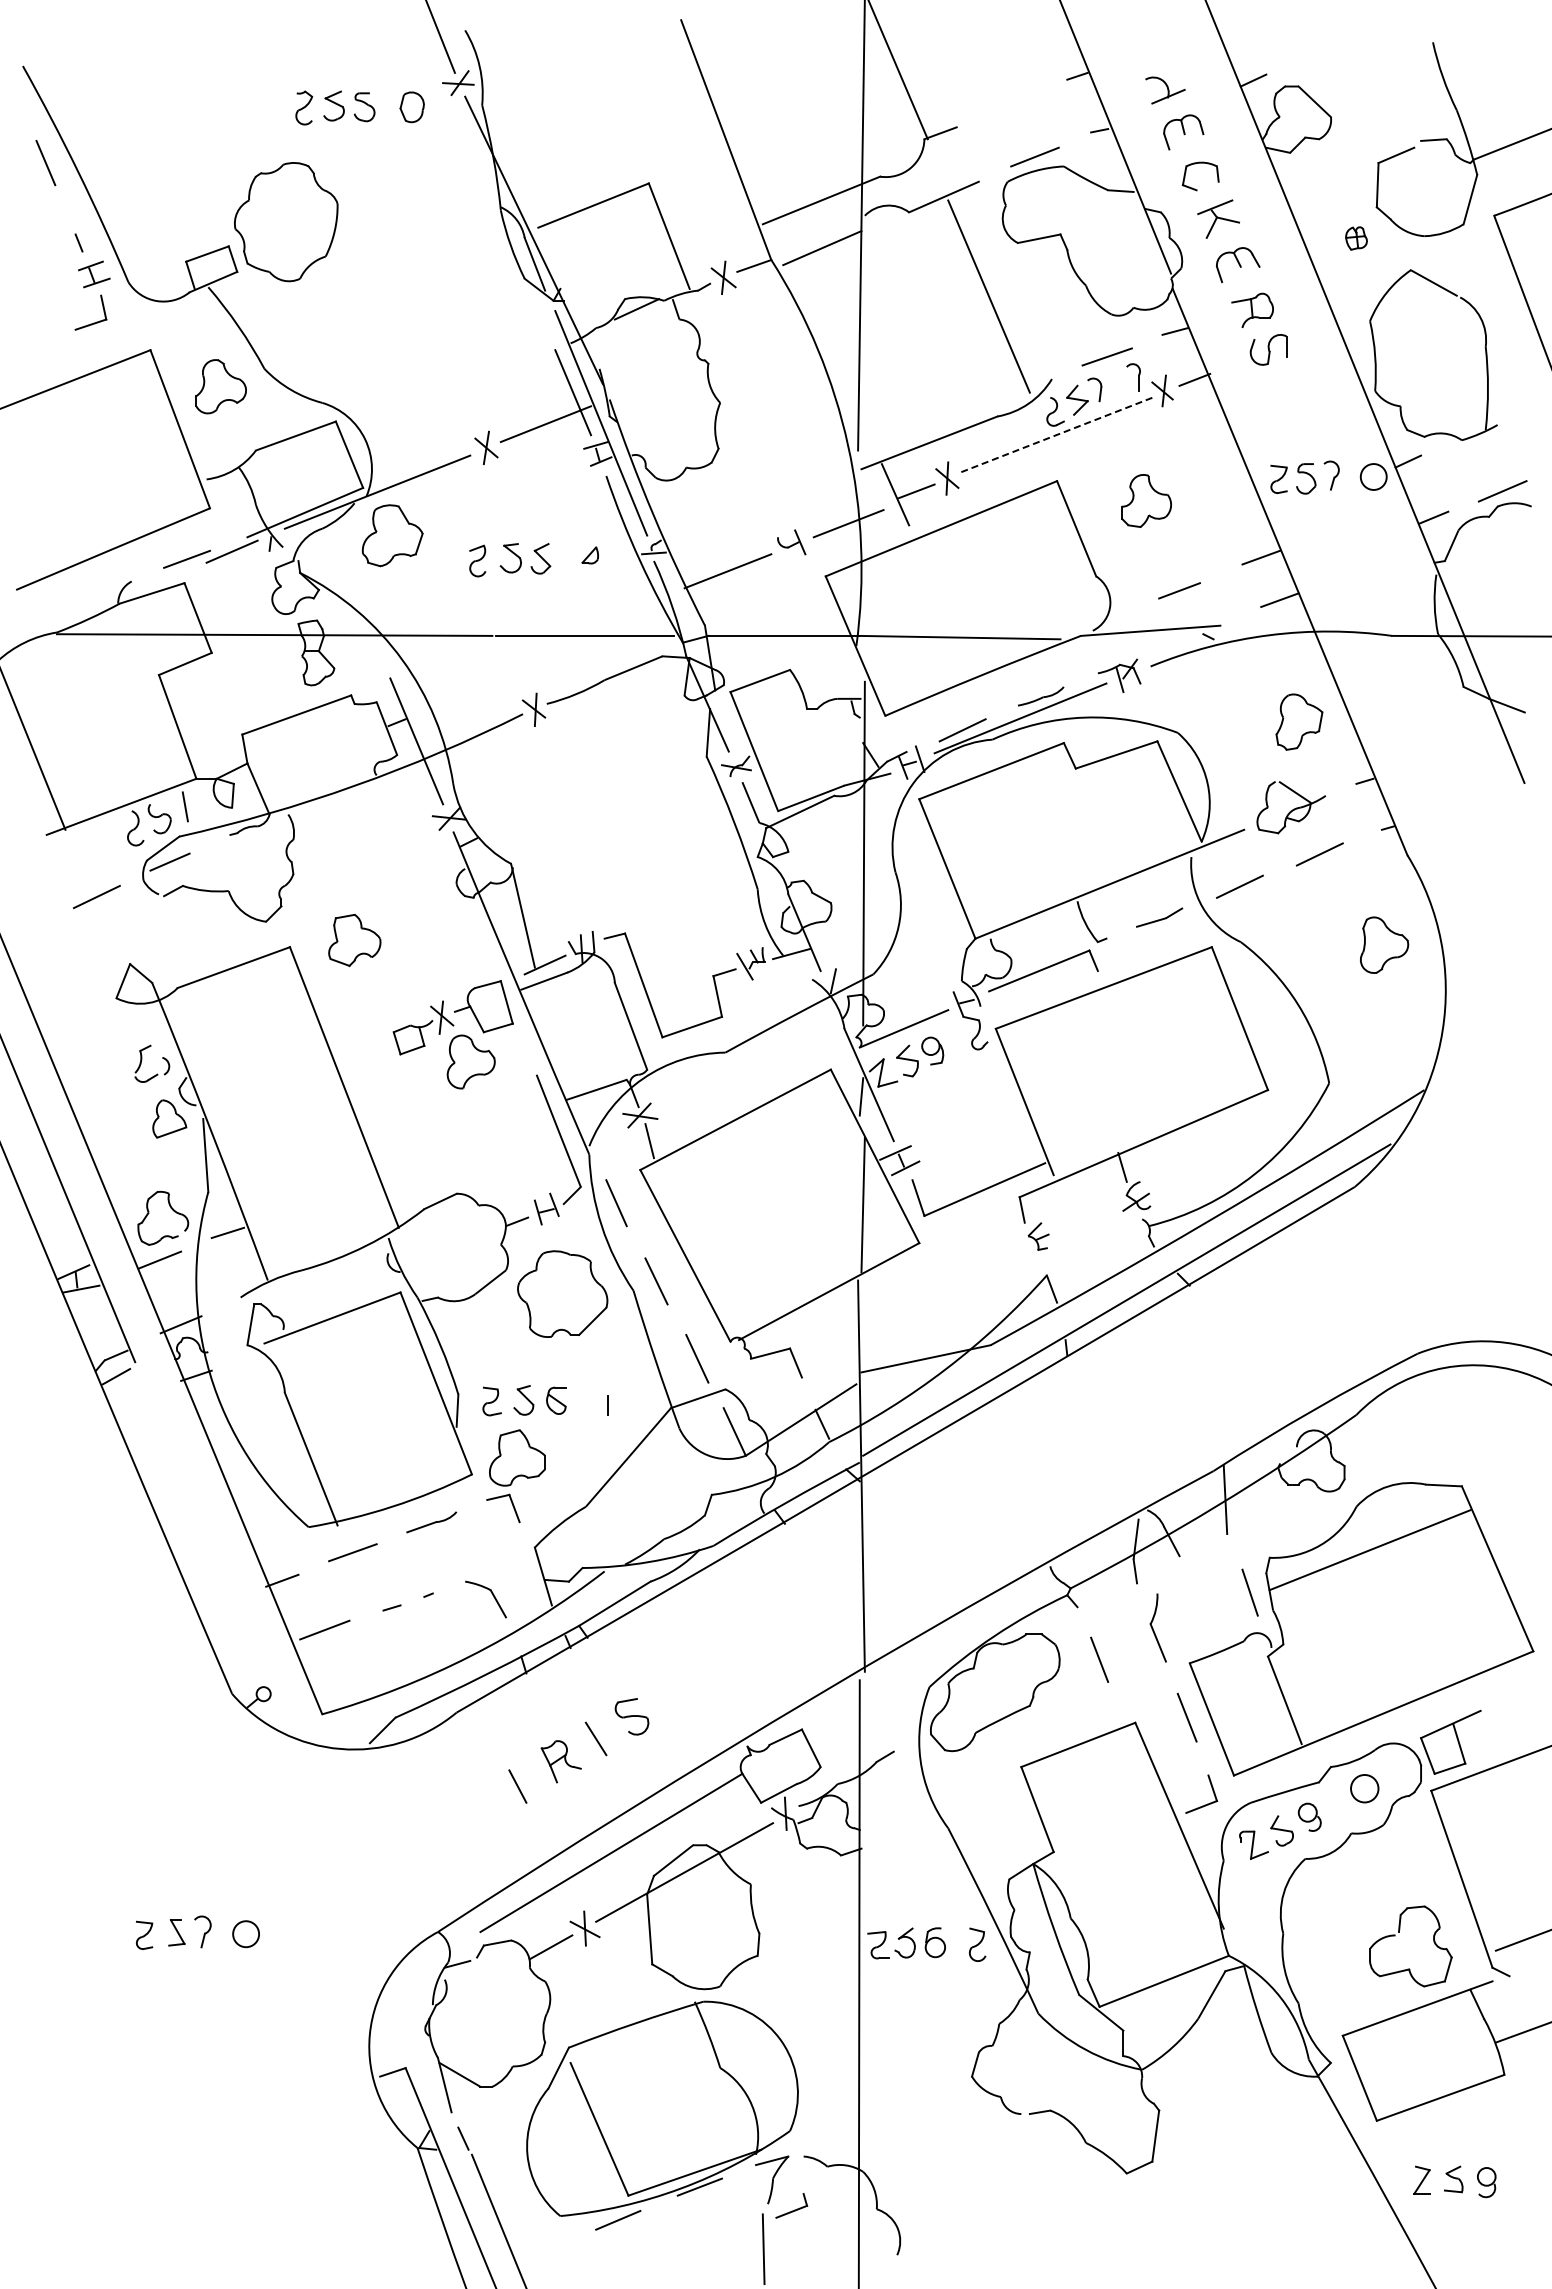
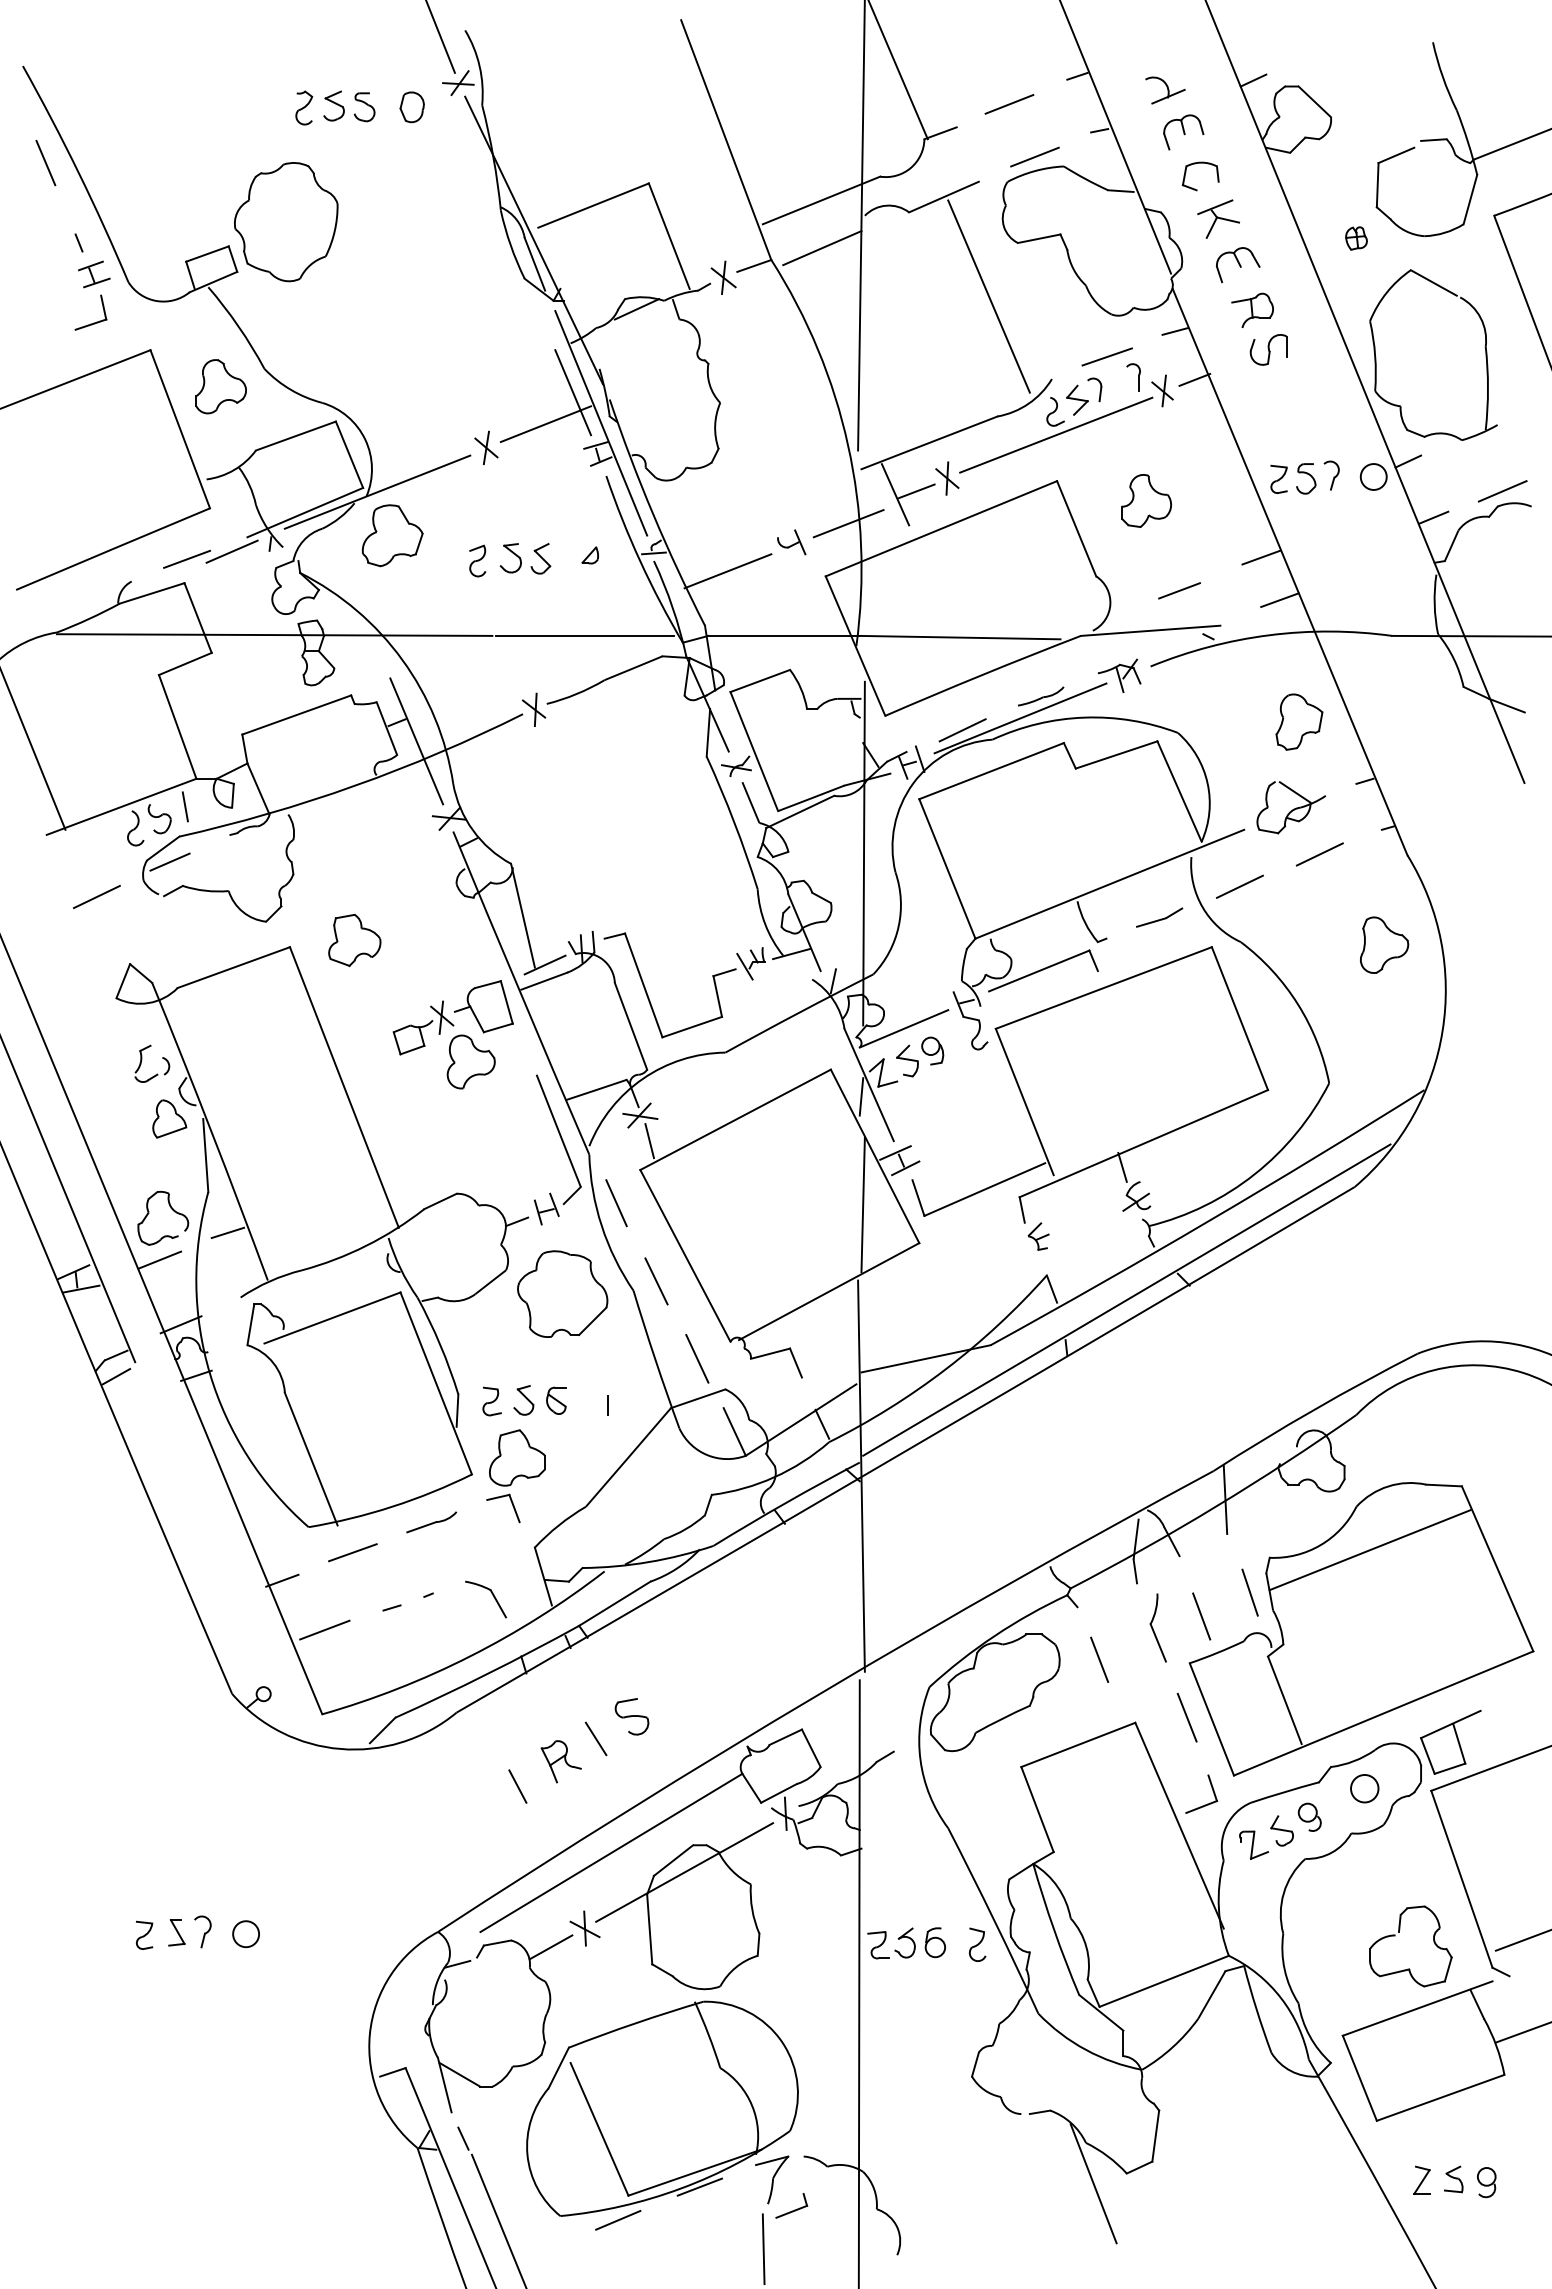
line at (1009, 104): none -> present
line at (1055, 435): dashed -> solid
line at (1201, 1616): none -> present
line at (1093, 2183): none -> present
